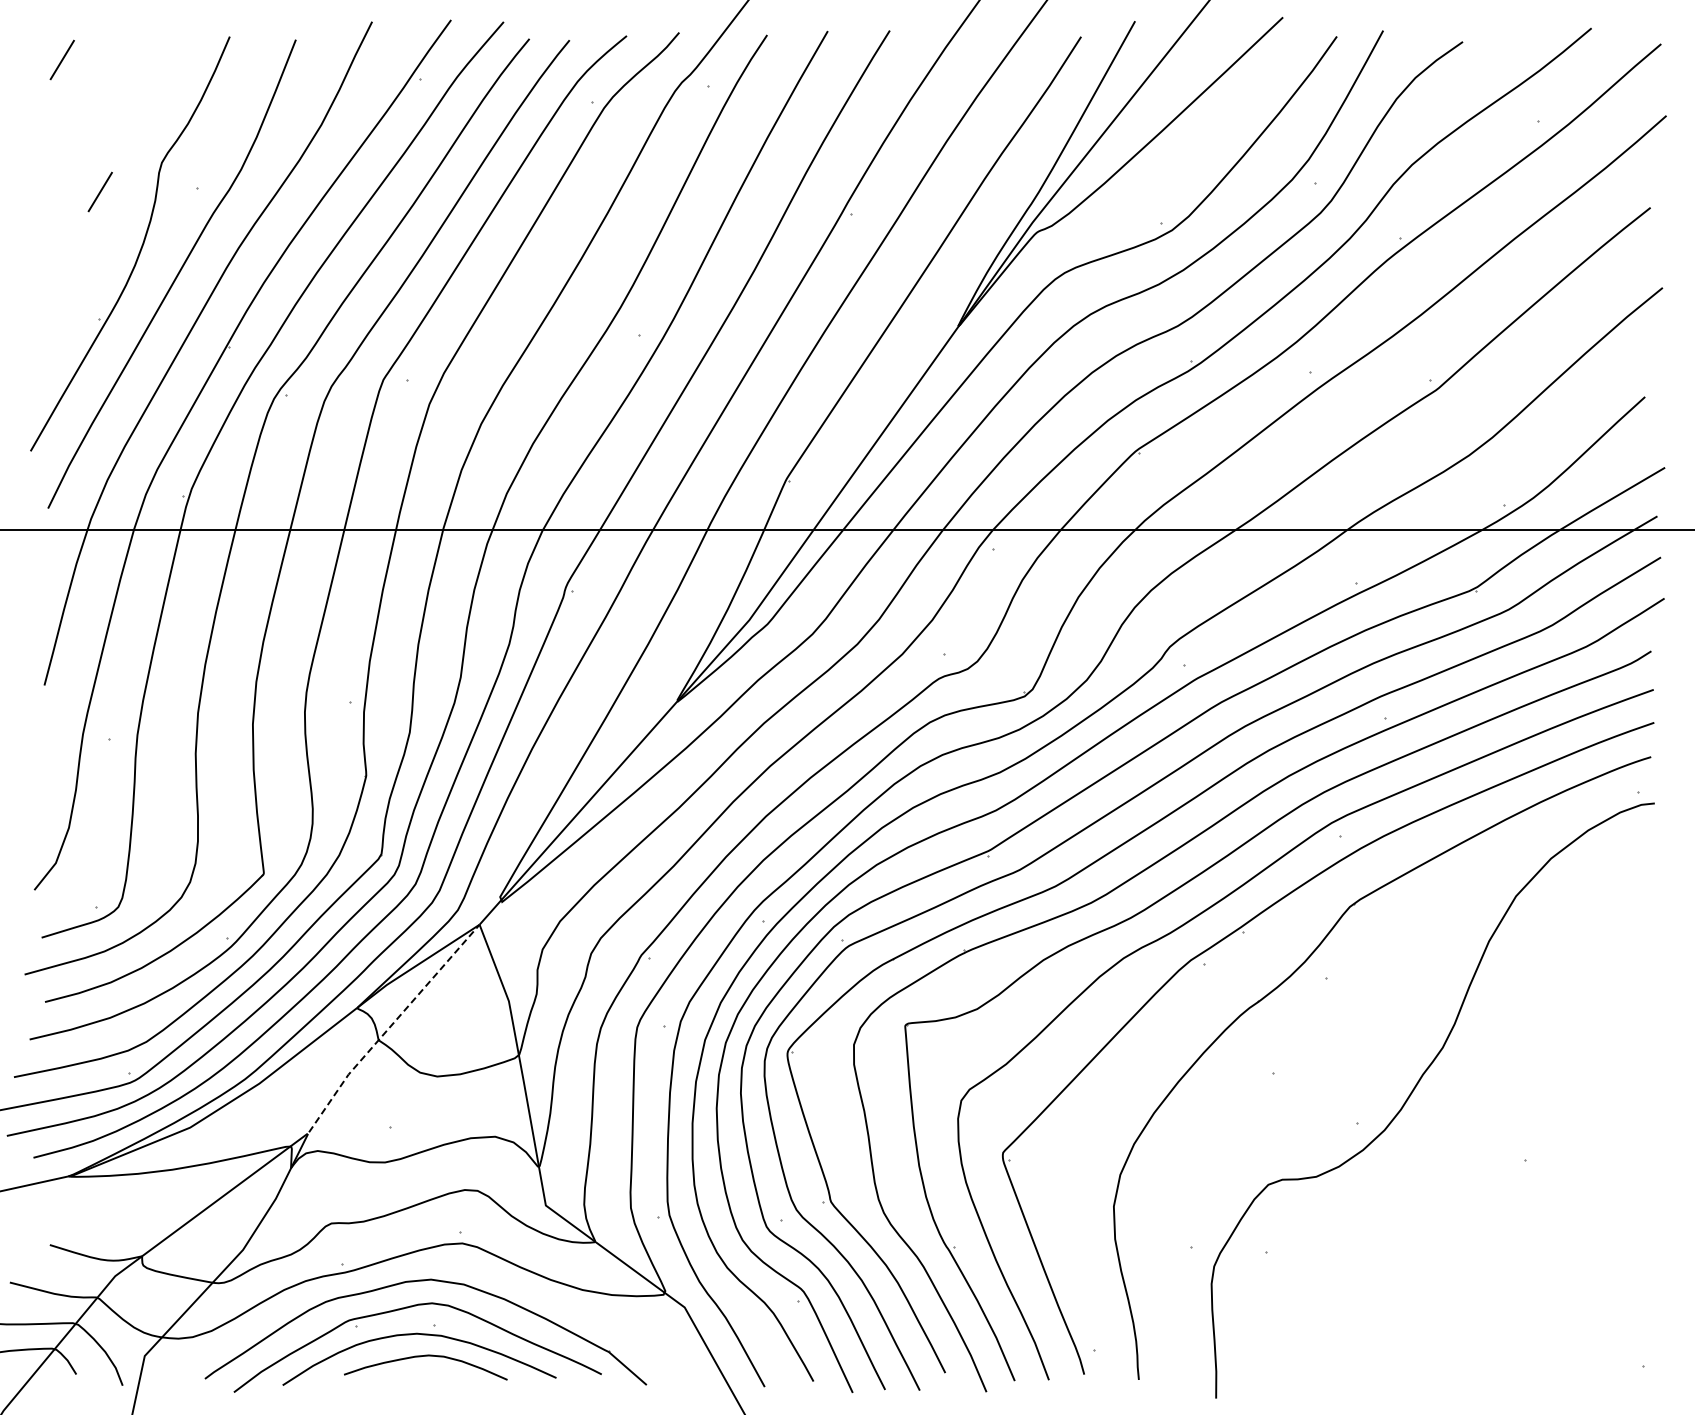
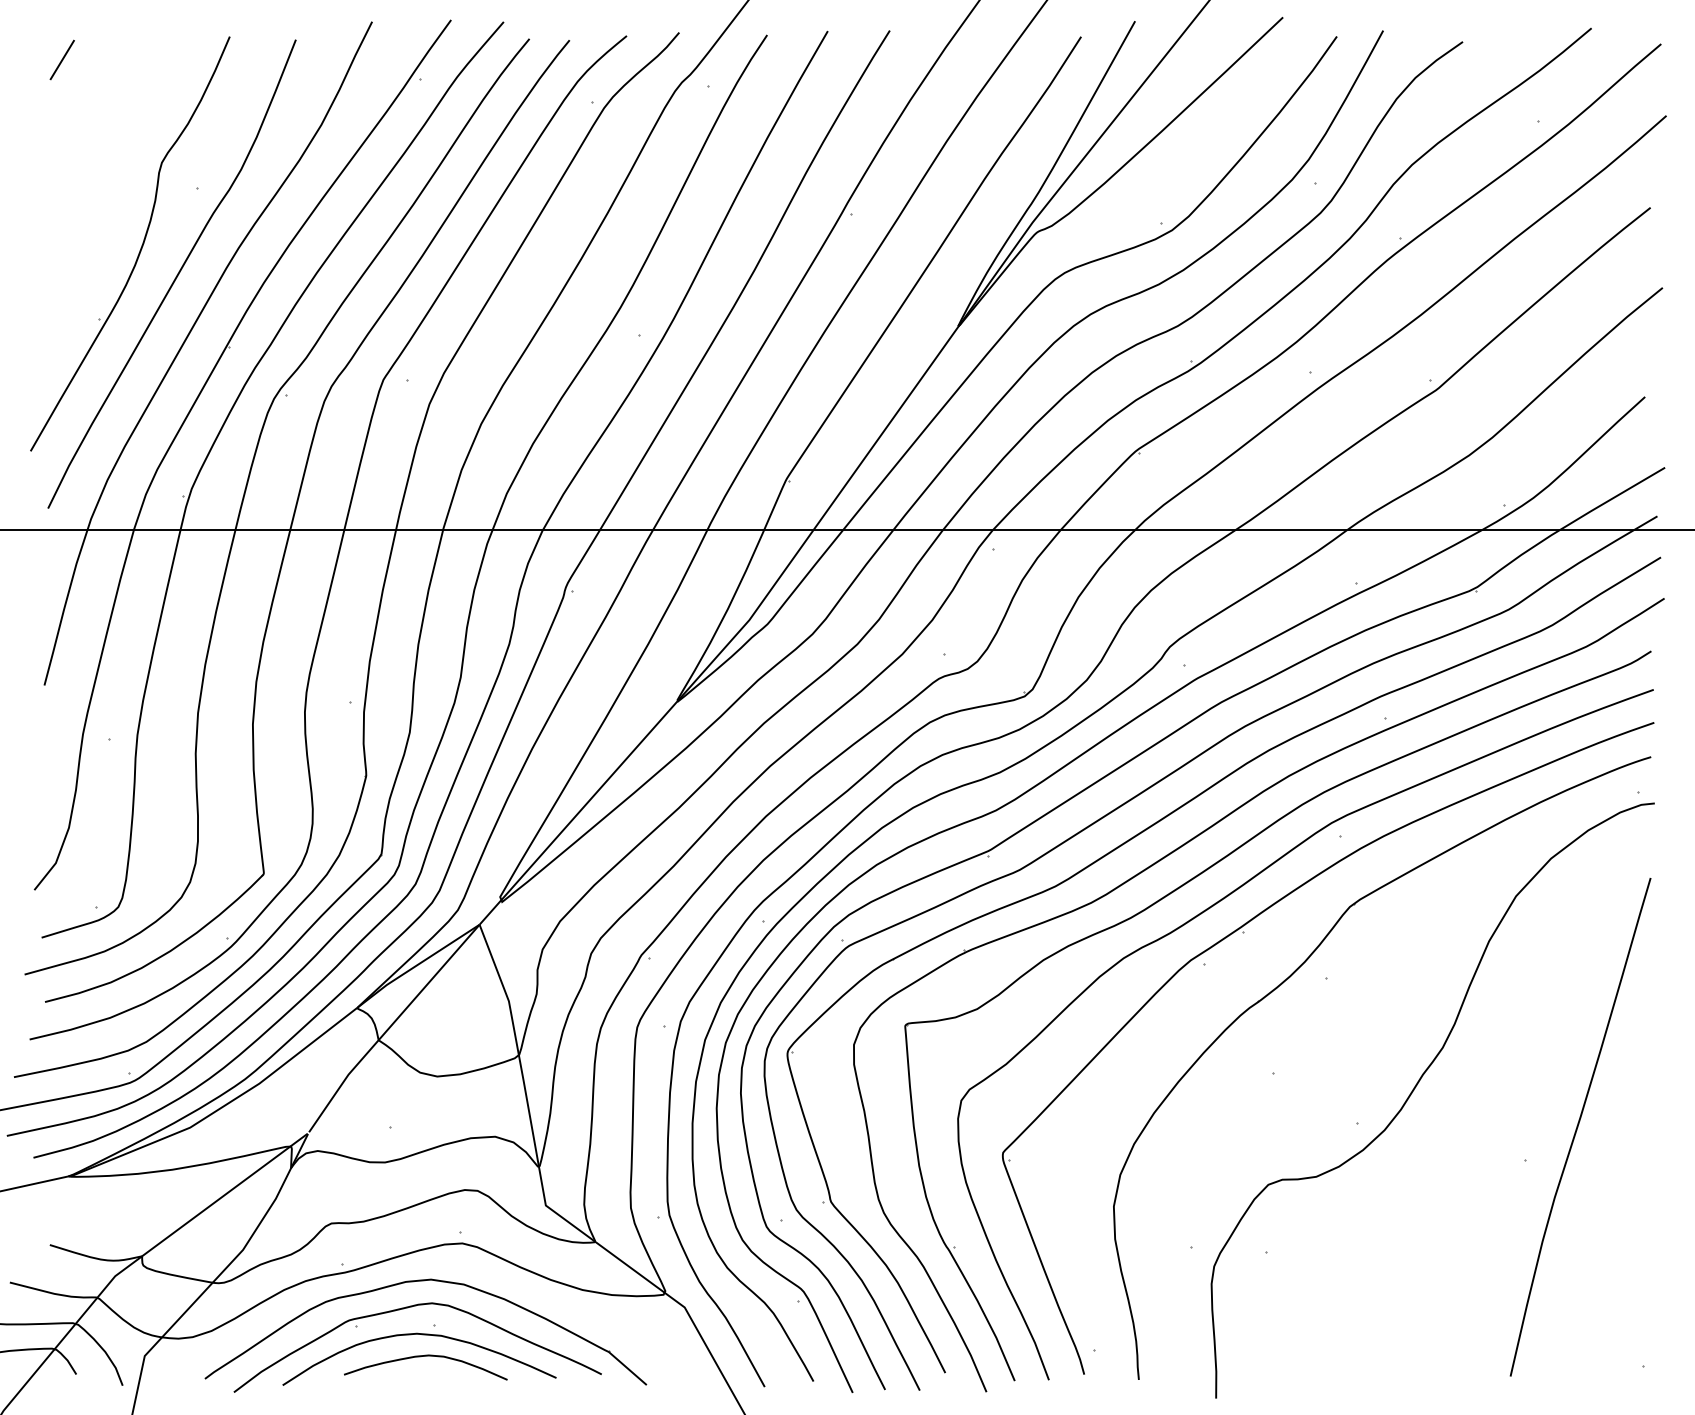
line at (99, 191): present -> none
line at (391, 1025): dashed -> solid
curve at (1578, 1127): none -> present
